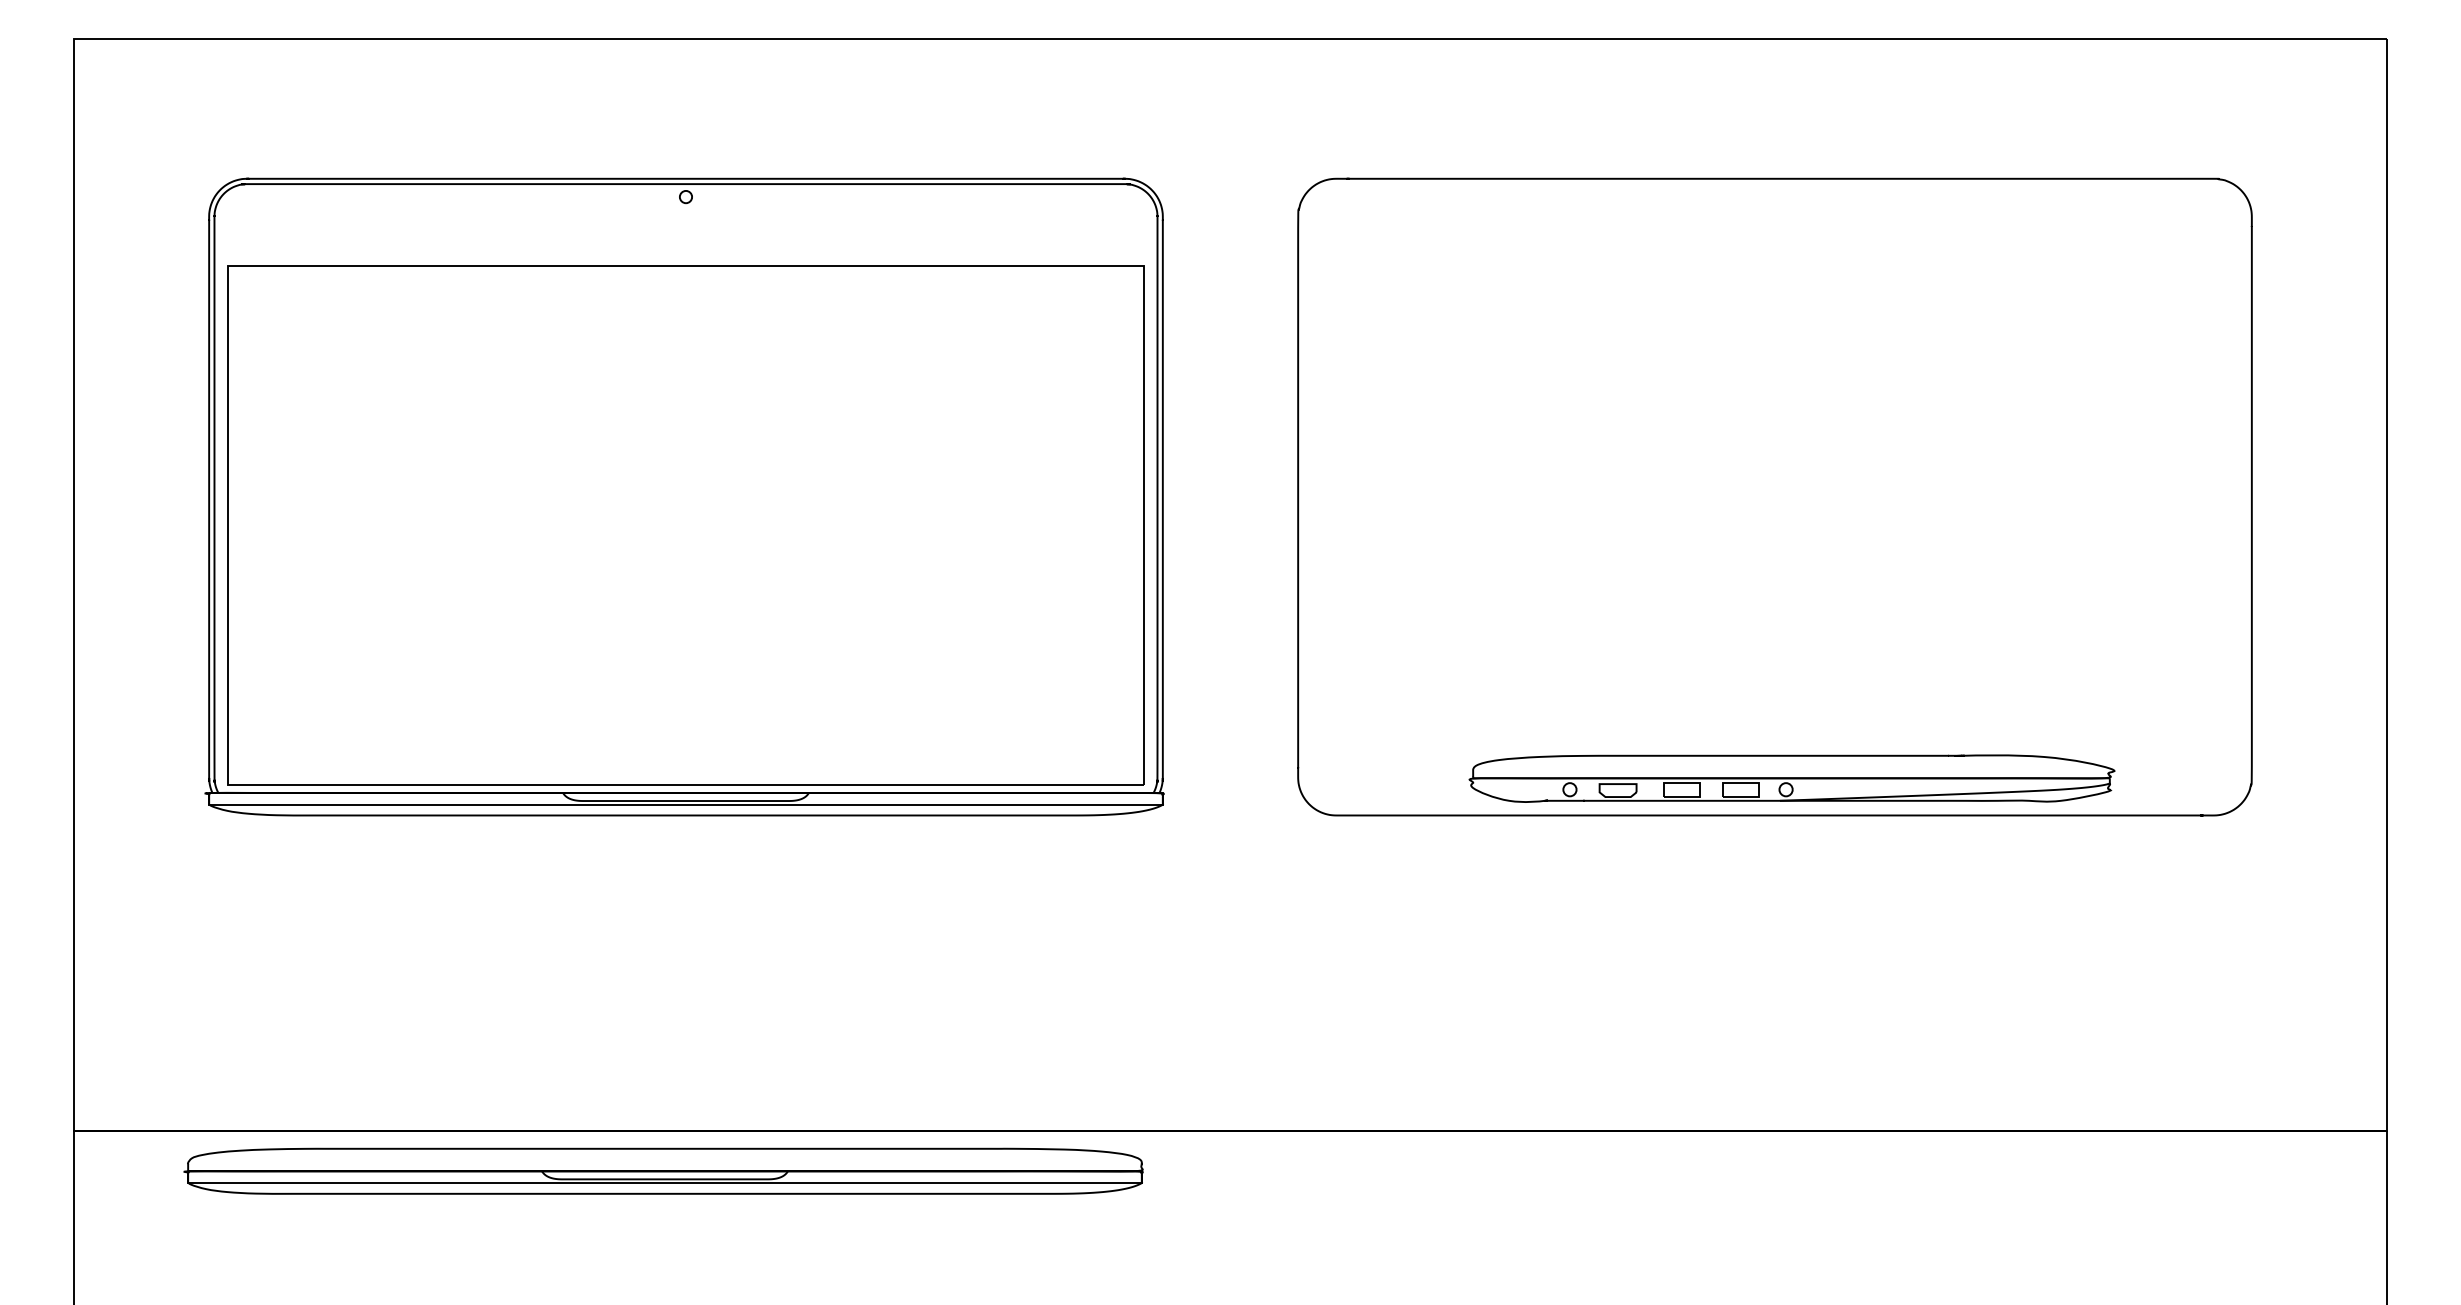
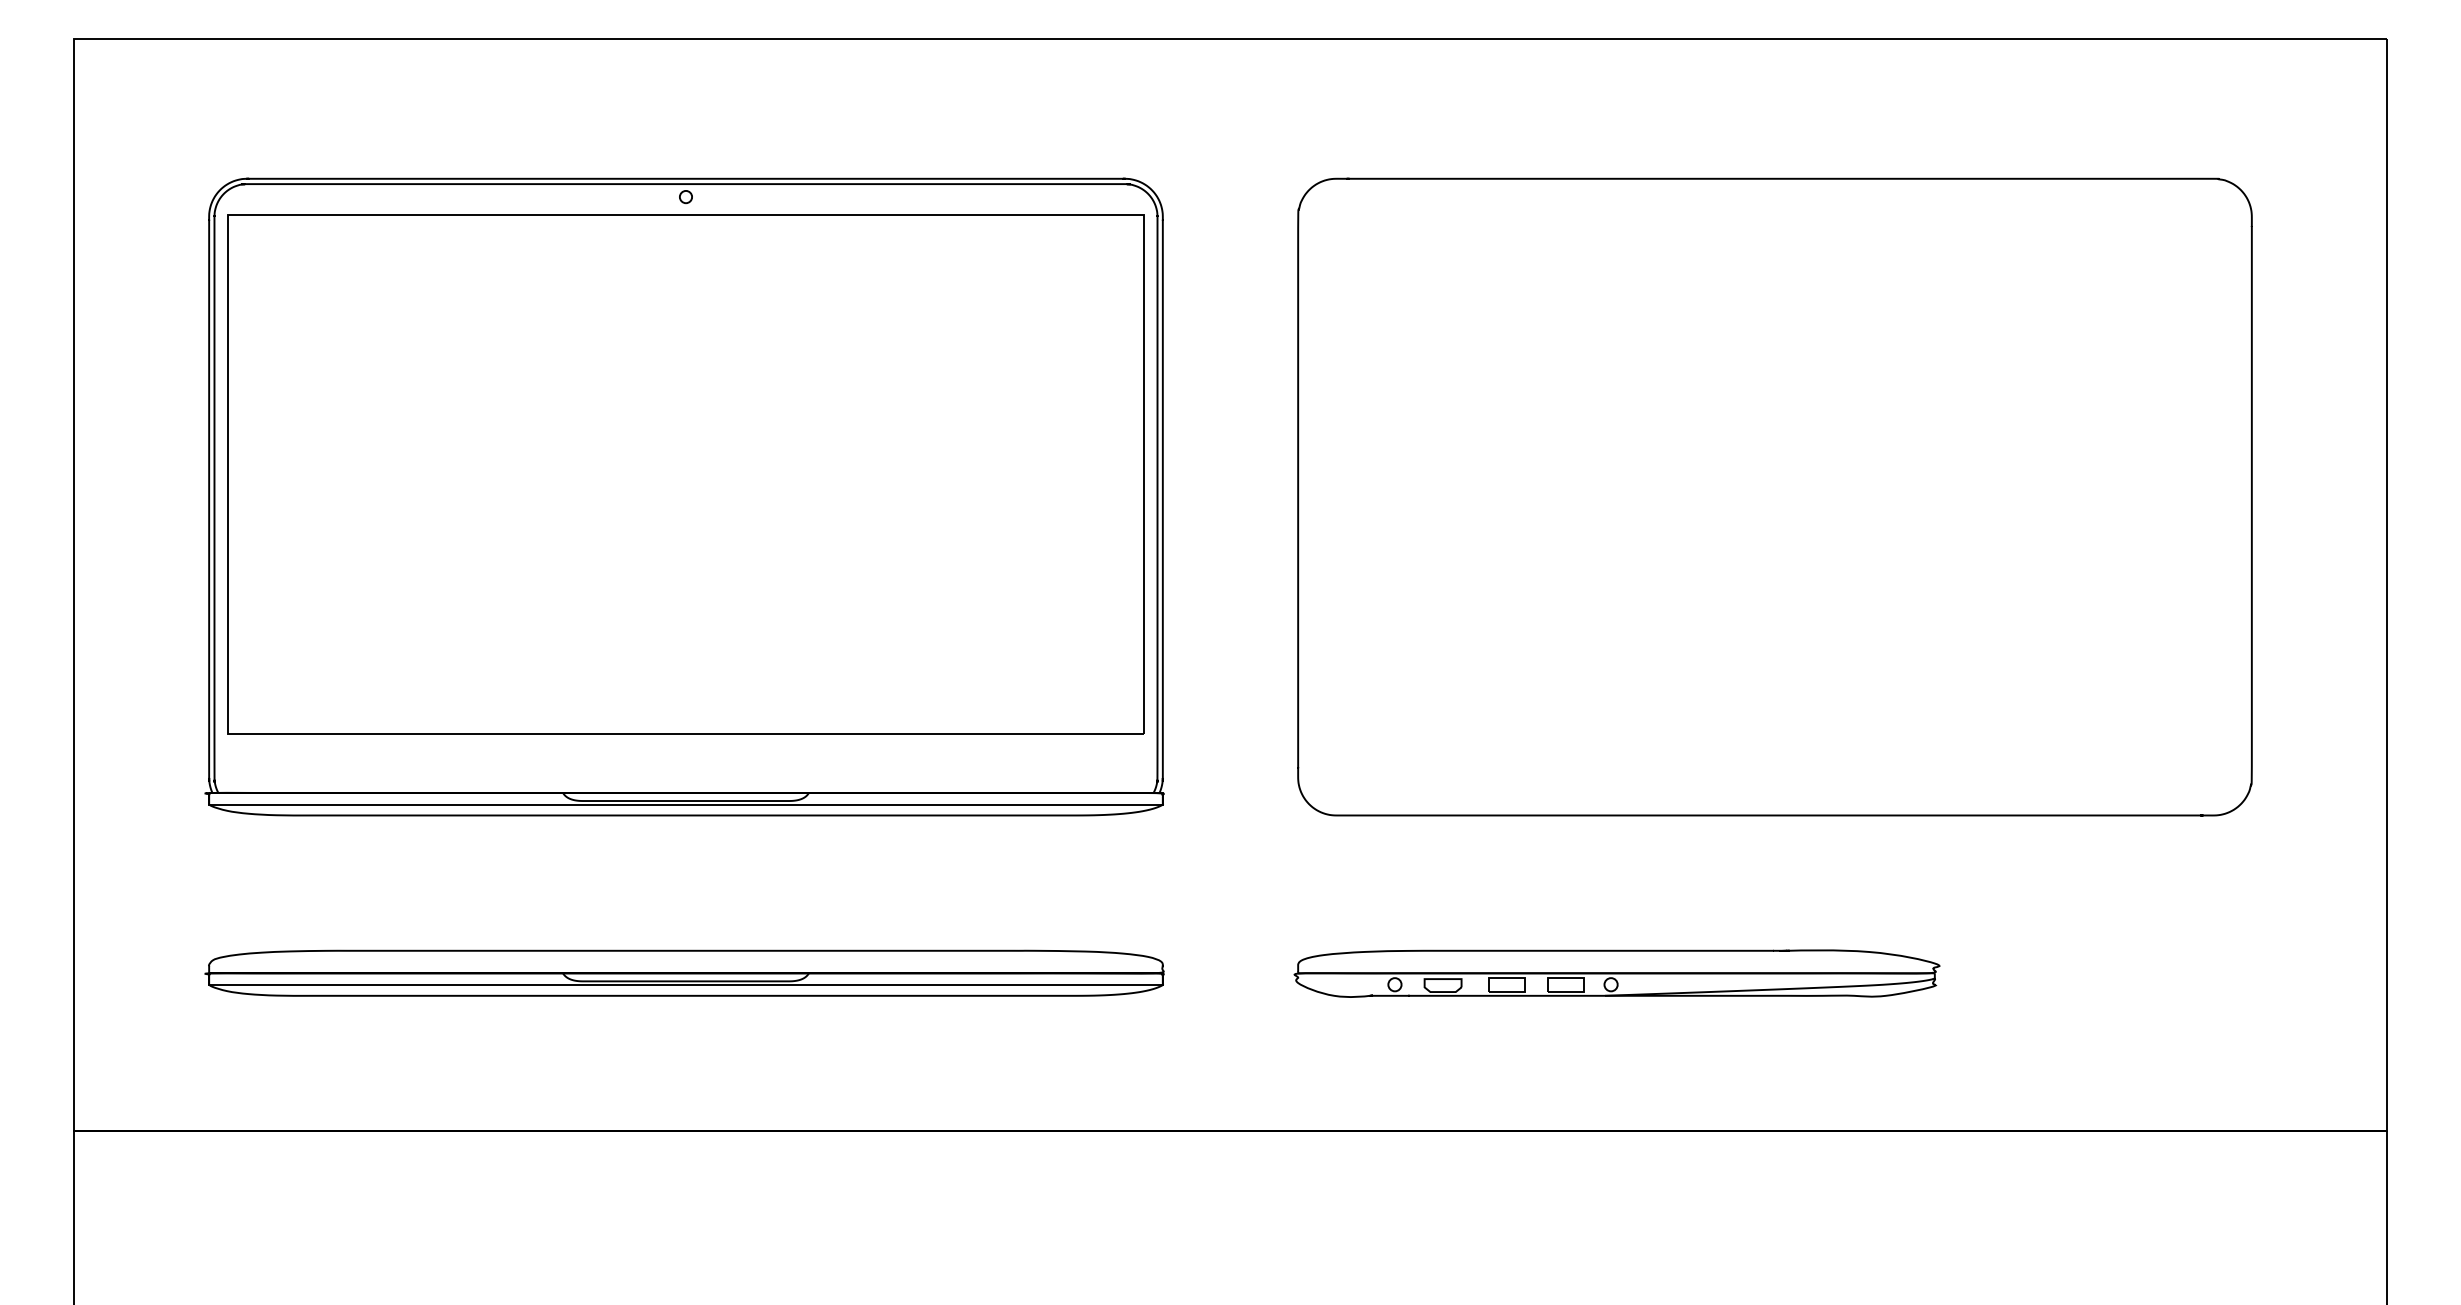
part at (685, 525) position: (685, 525) -> (685, 474)
part at (1791, 778) position: (1791, 778) -> (1616, 973)
part at (663, 1170) position: (663, 1170) -> (684, 972)
